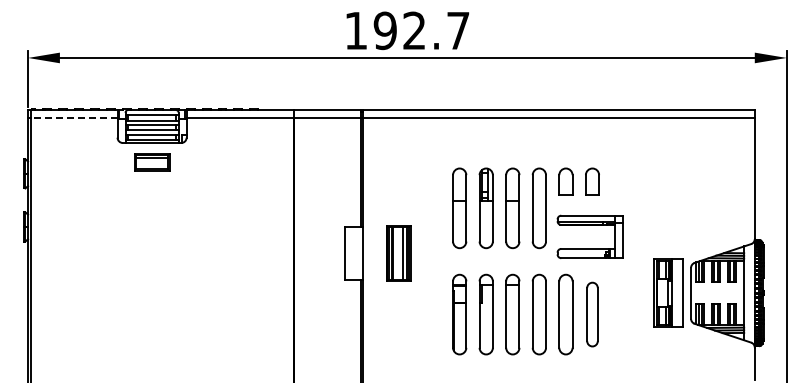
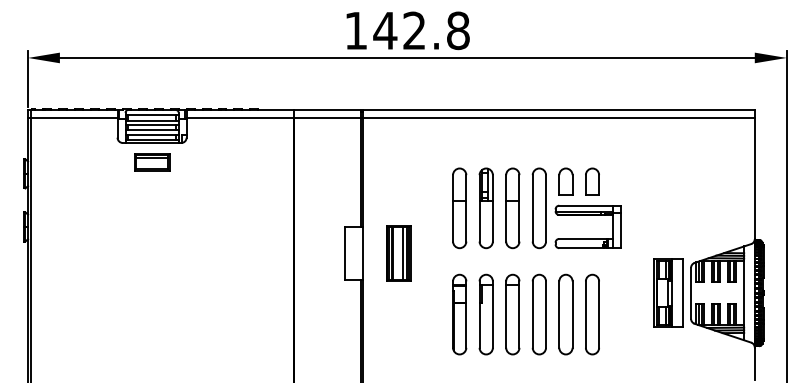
text at (421, 30): 192.7 -> 142.8
line at (73, 118): dashed -> solid
part at (589, 225) position: (589, 225) -> (587, 215)
part at (592, 314) size: 13x67 px -> 15x83 px
